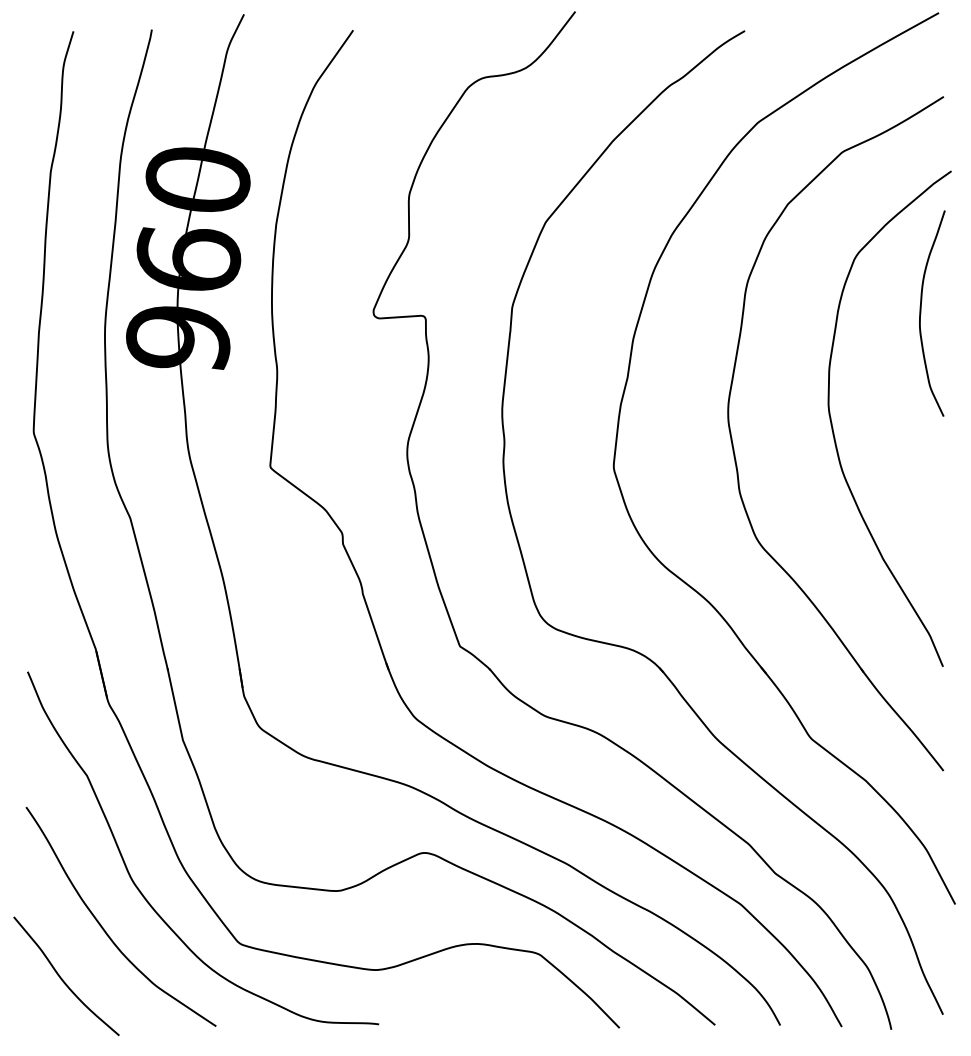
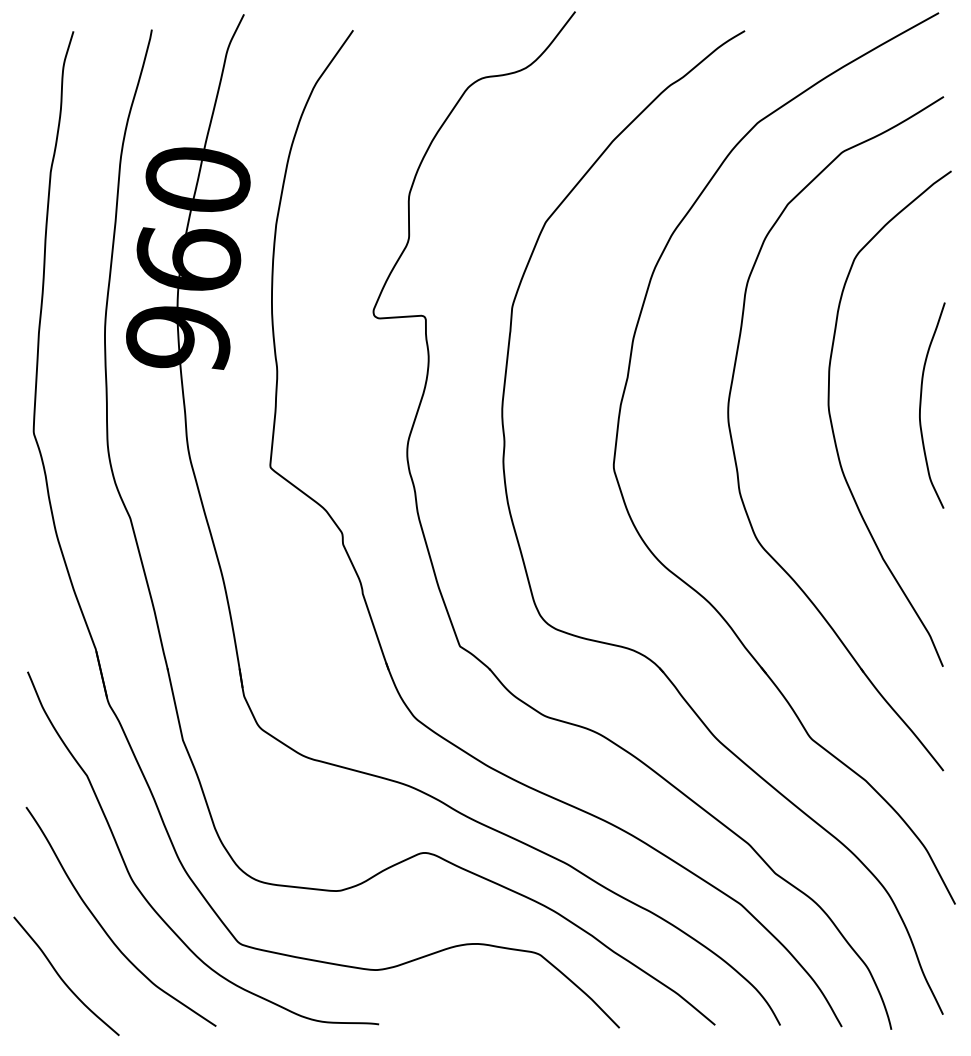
curve at (921, 313) position: (921, 313) -> (921, 405)
